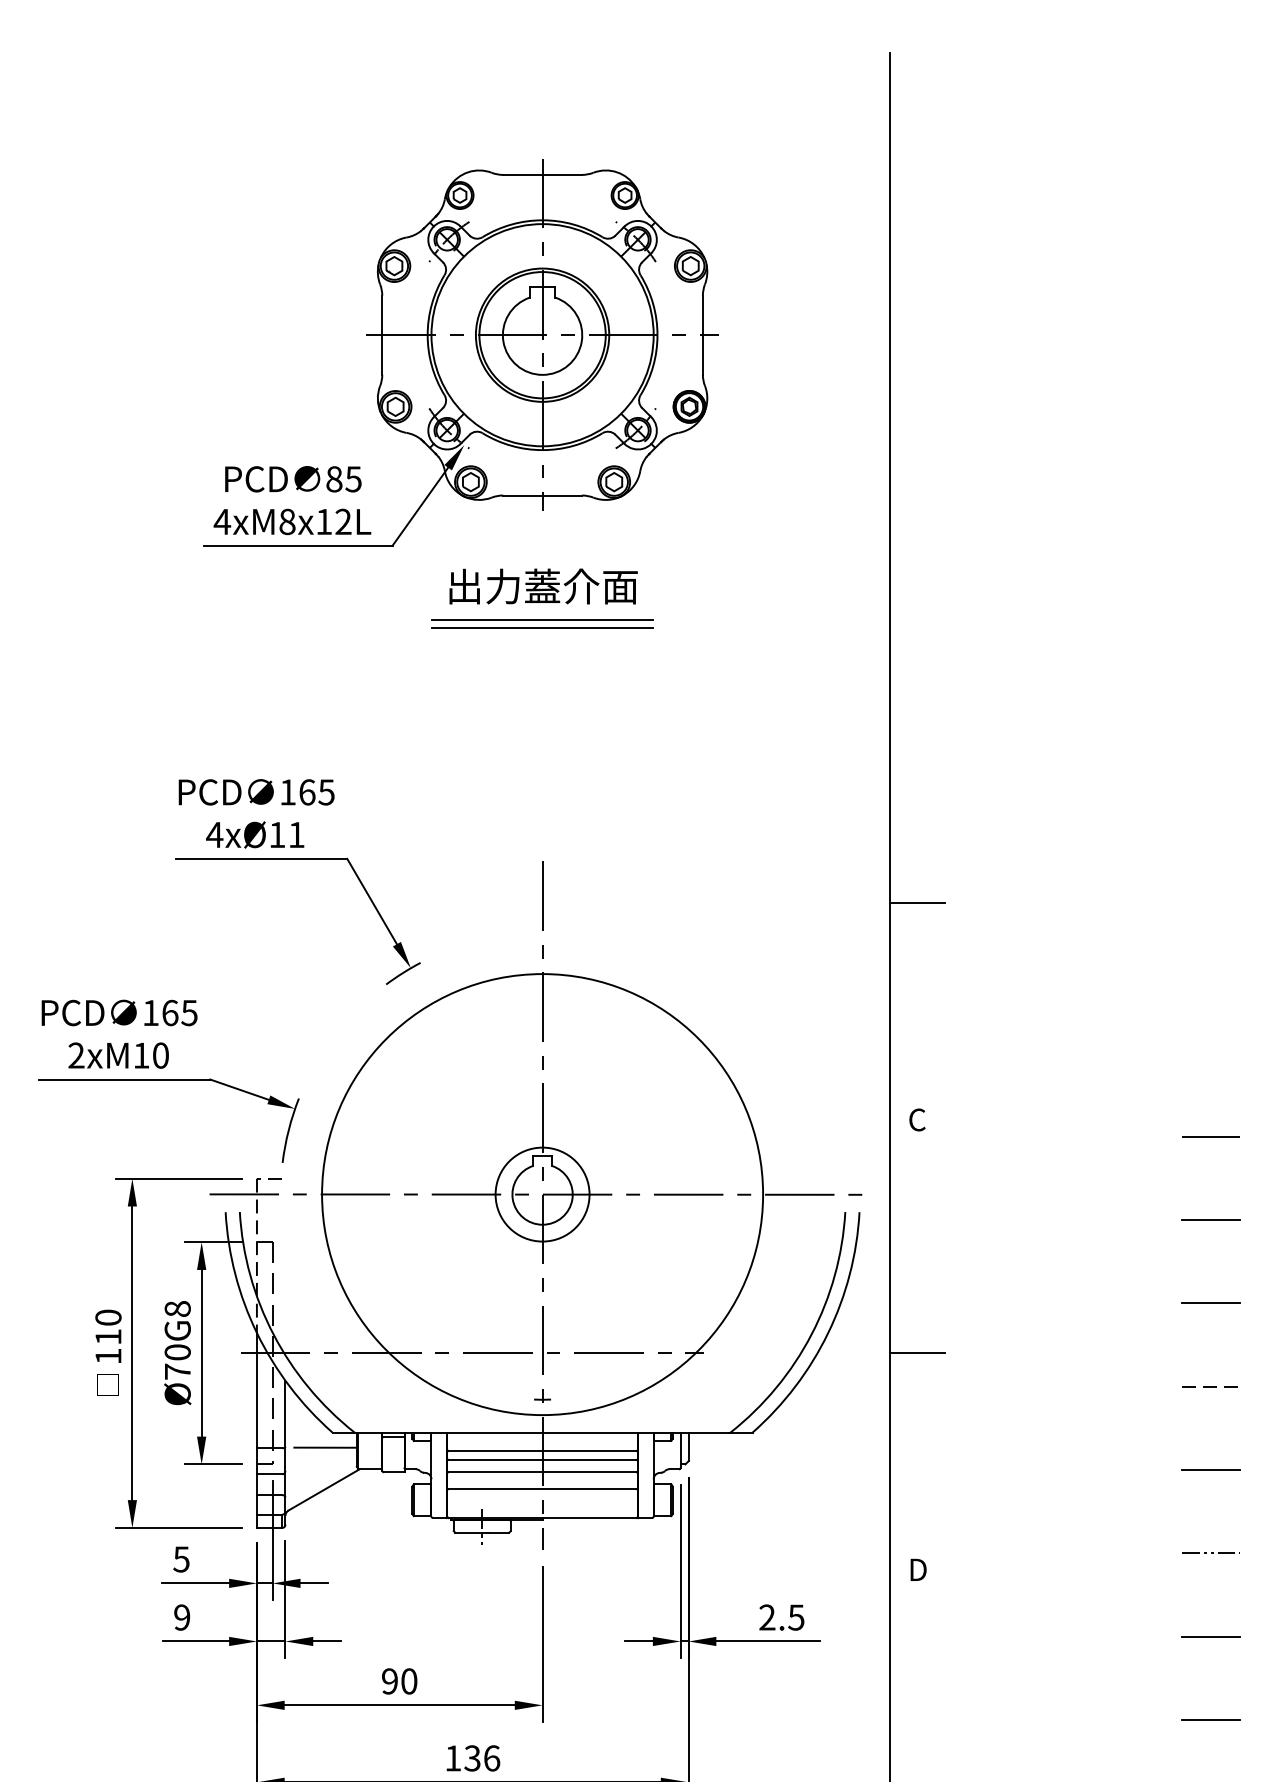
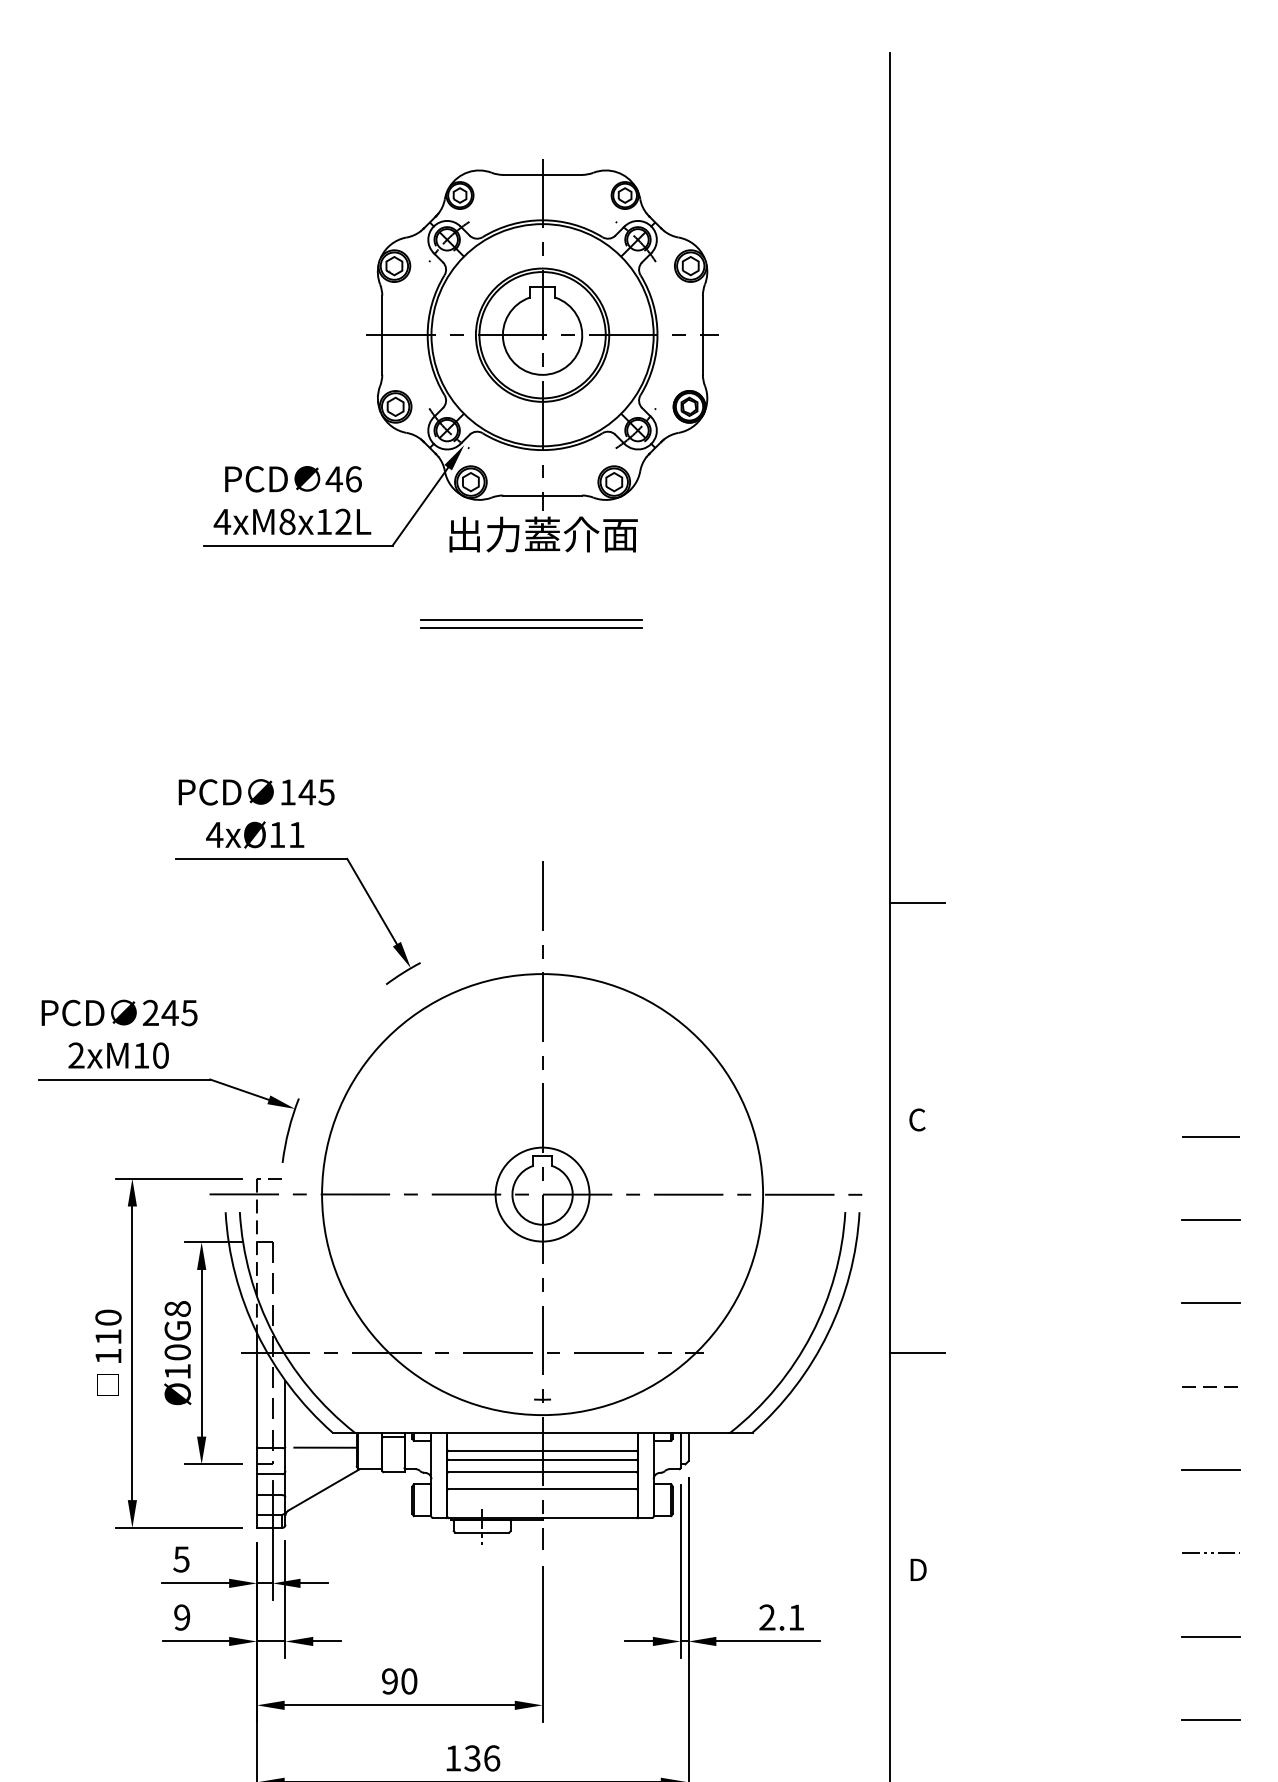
text at (343, 479): 85 -> 46
text at (543, 586) position: (543, 586) -> (543, 534)
part at (542, 623) position: (542, 623) -> (531, 623)
text at (306, 792): 165 -> 145
text at (160, 1012): 165 -> 245
text at (177, 1371): Ø70G8 -> Ø10G8
text at (796, 1617): 2.5 -> 2.1
